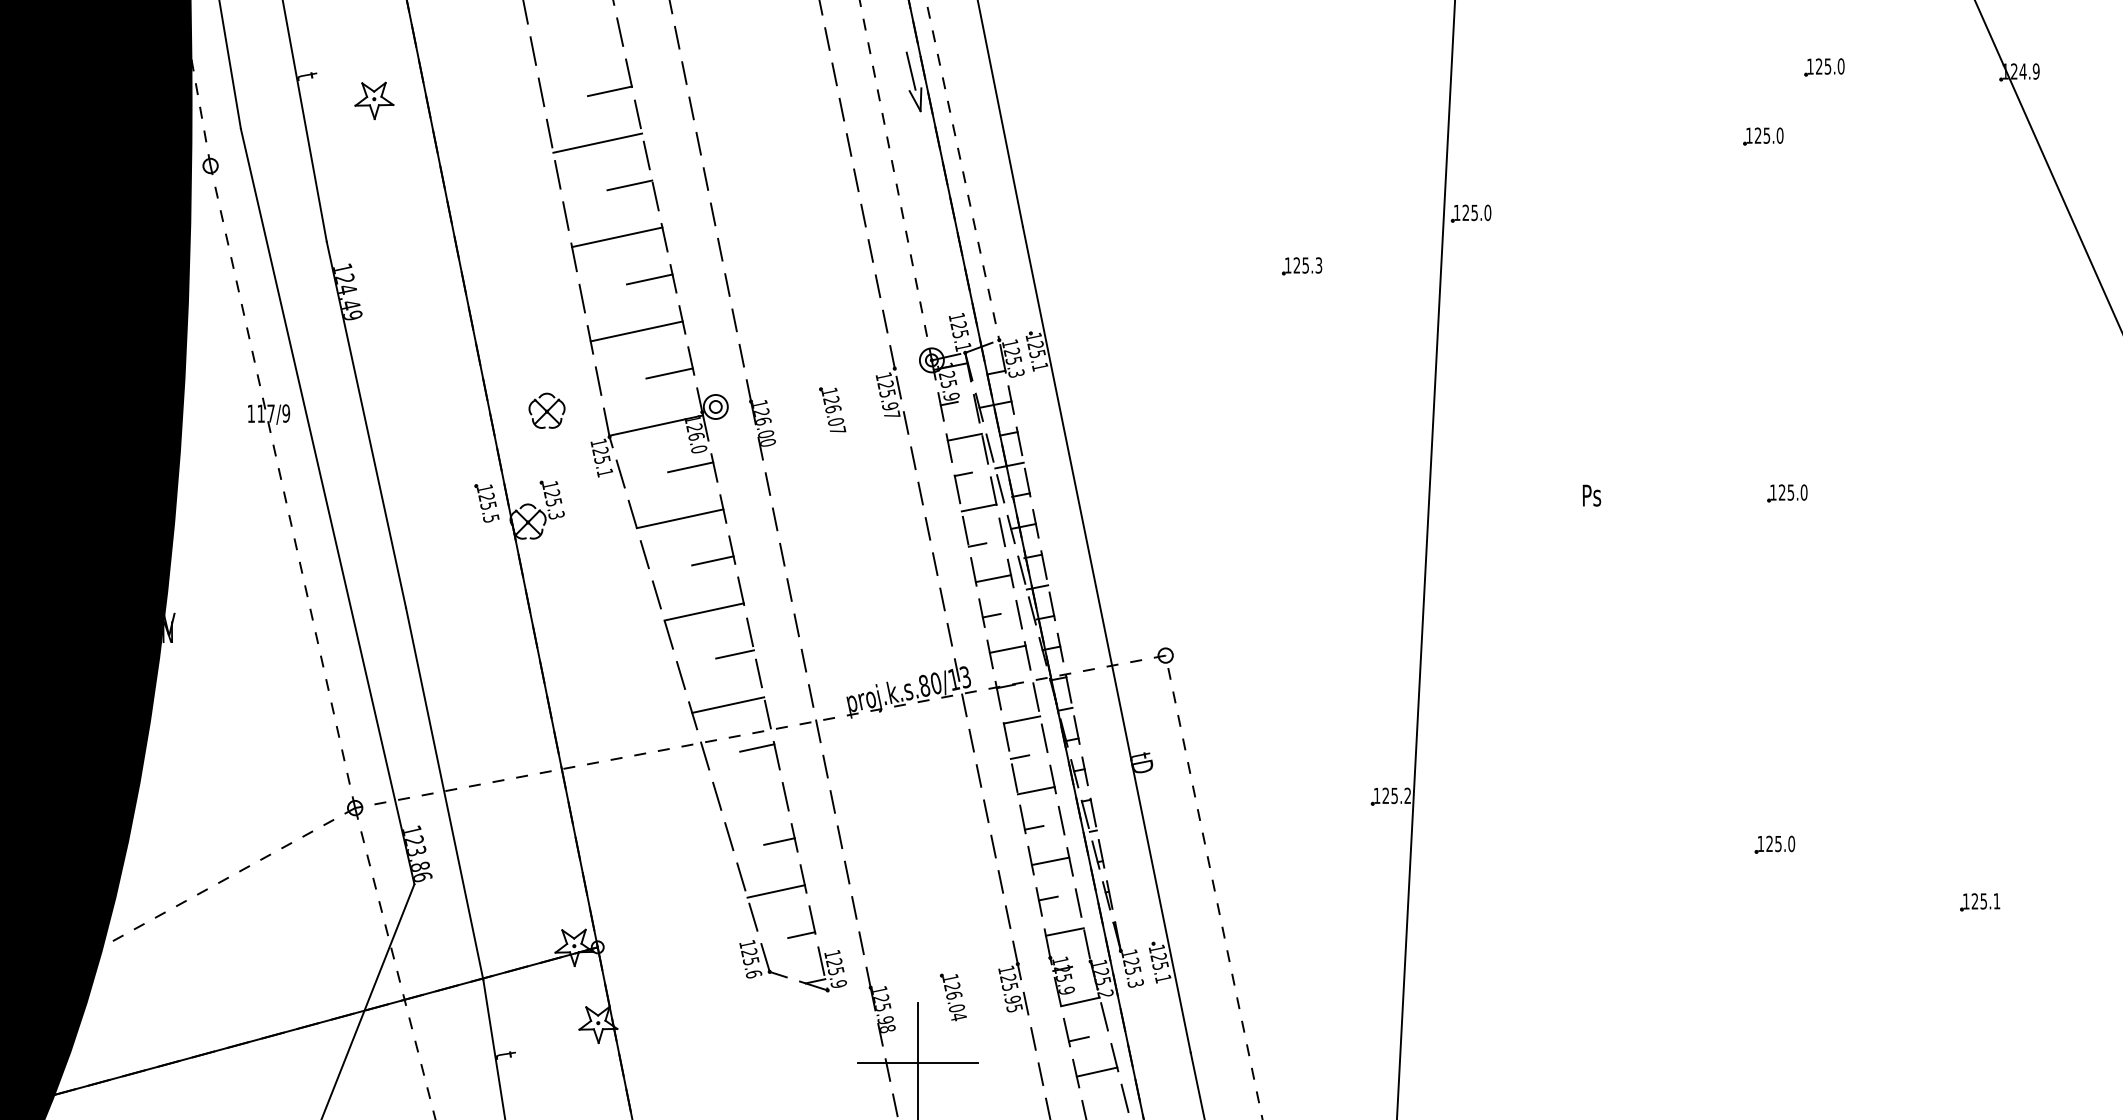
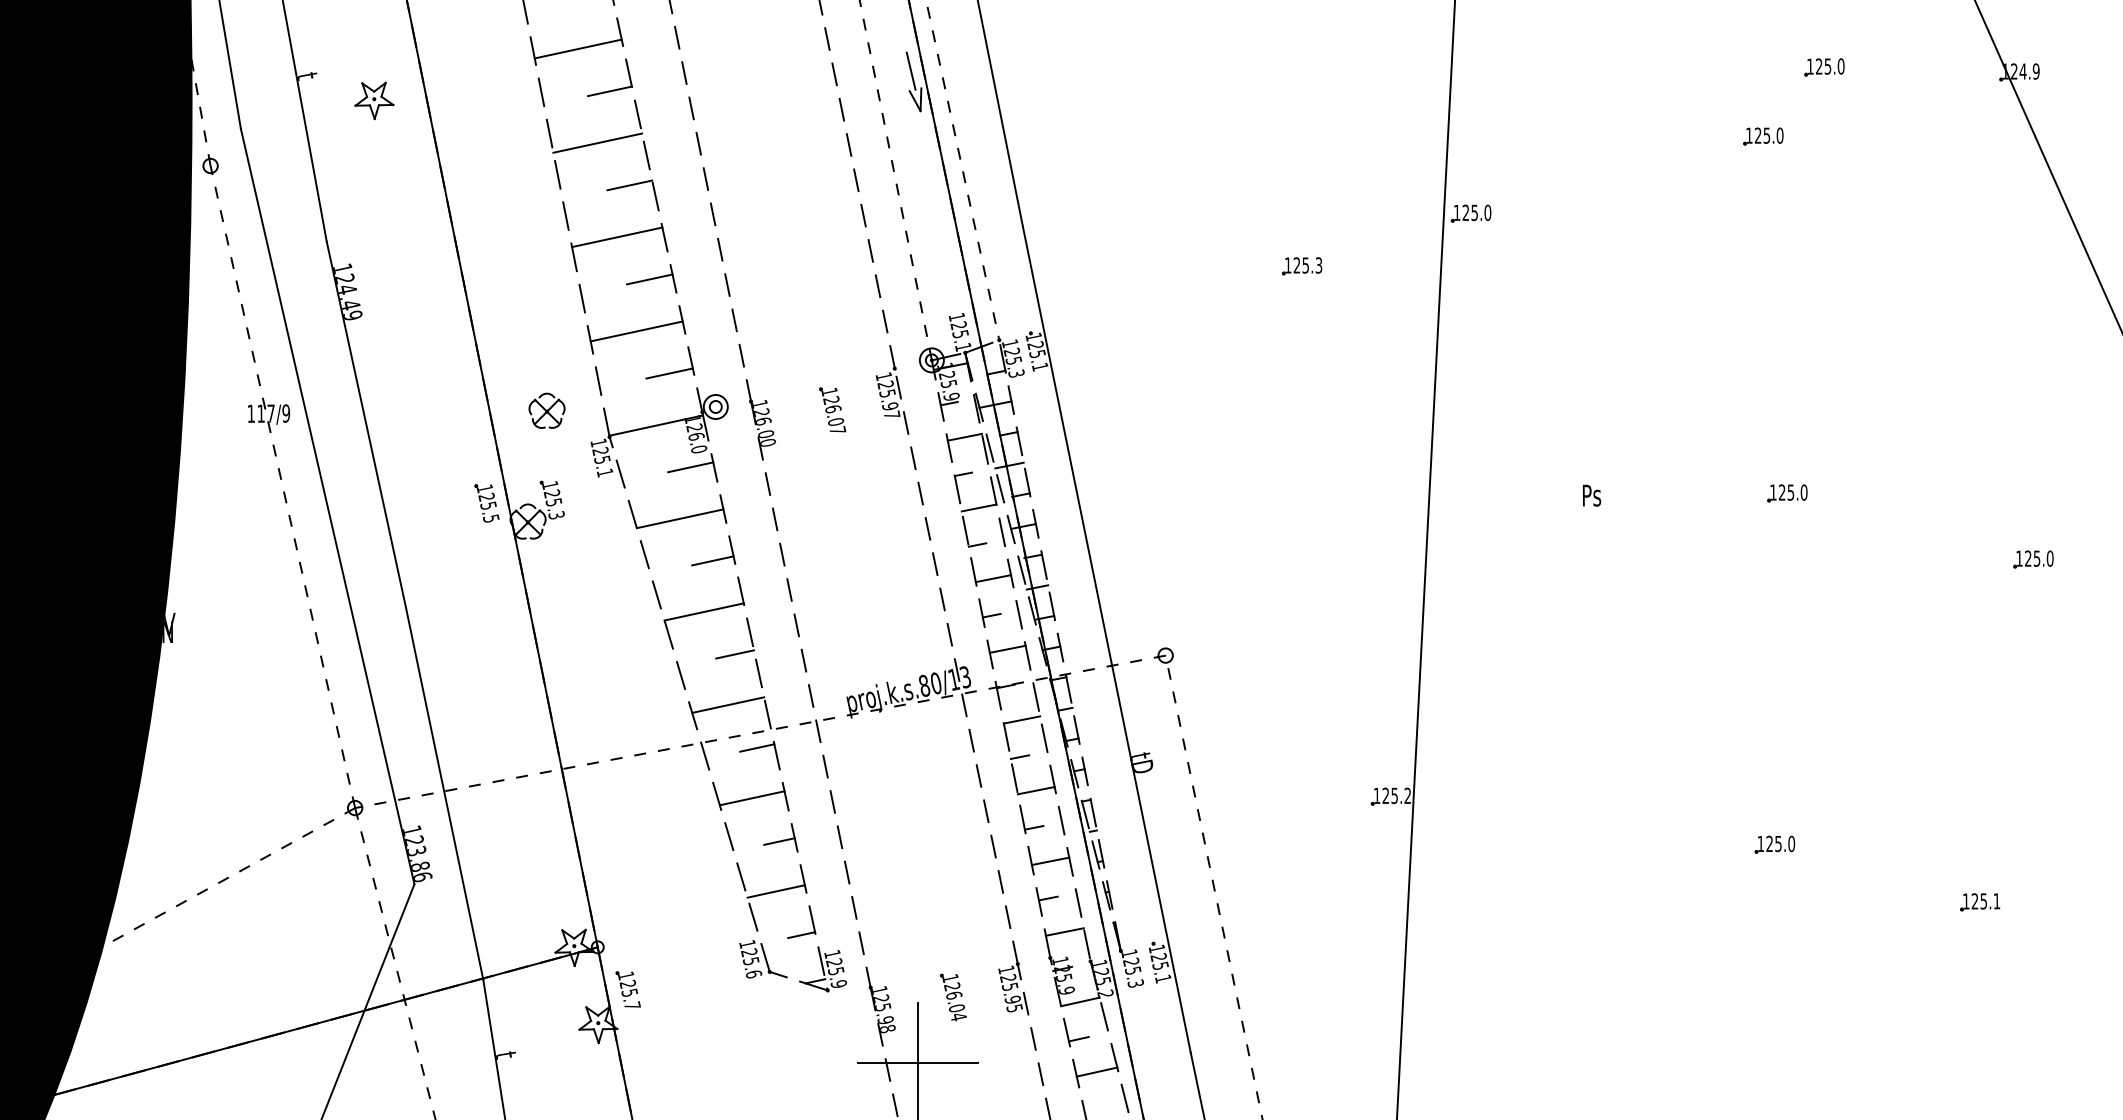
line at (577, 48): none -> present
part at (2033, 559): none -> present
line at (751, 798): none -> present
part at (627, 989): none -> present
